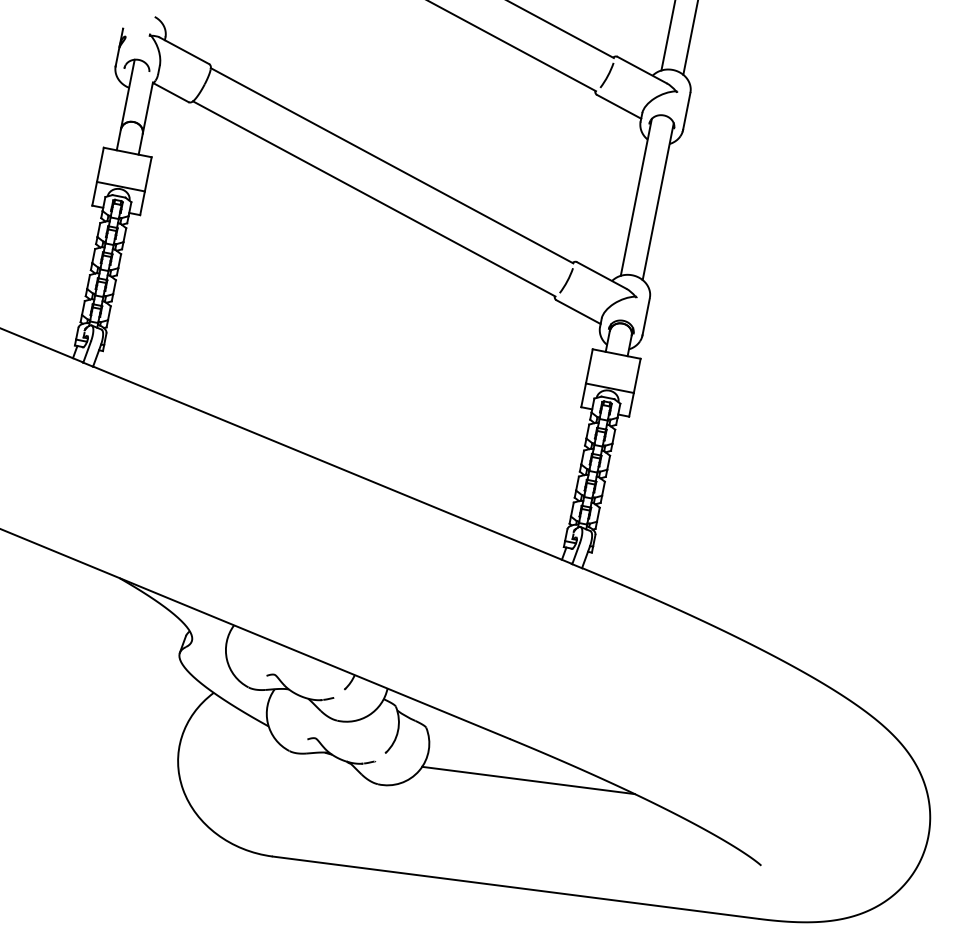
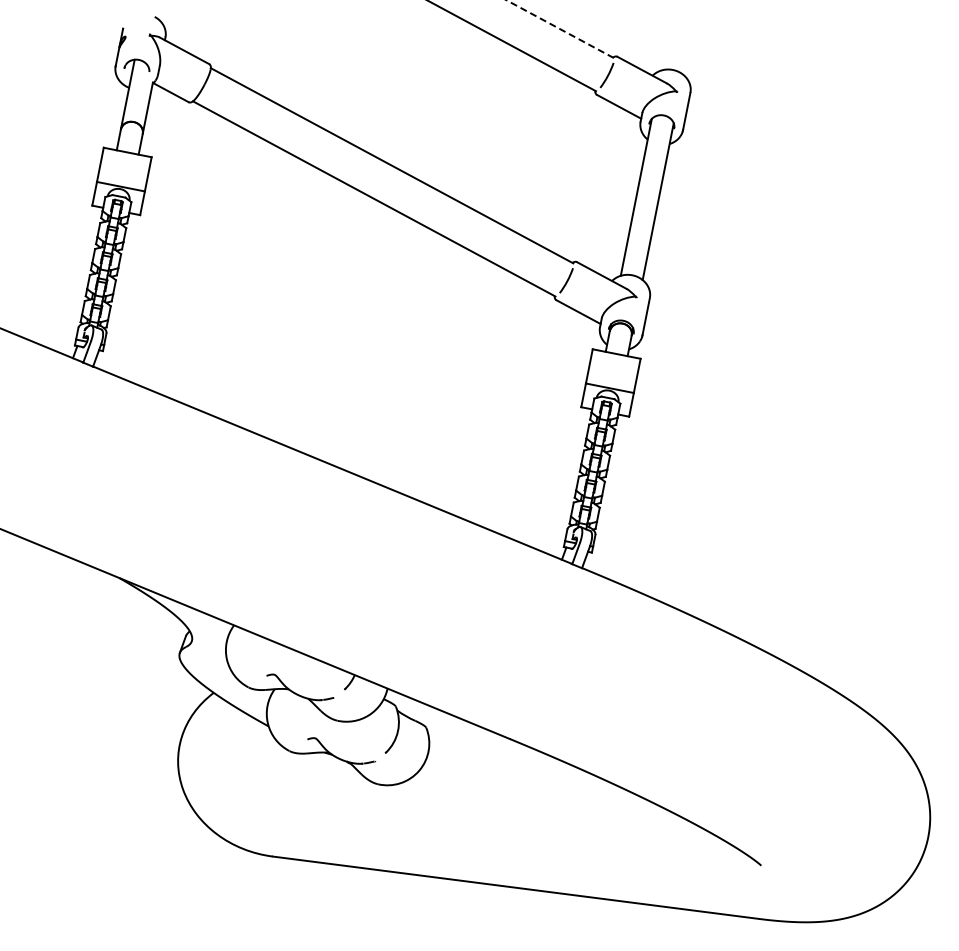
line at (560, 29): solid -> dashed
line at (667, 36): present -> none
line at (690, 38): present -> none
line at (528, 780): present -> none
